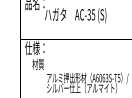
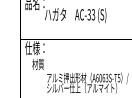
text at (93, 14): AC-35 -> AC-33
